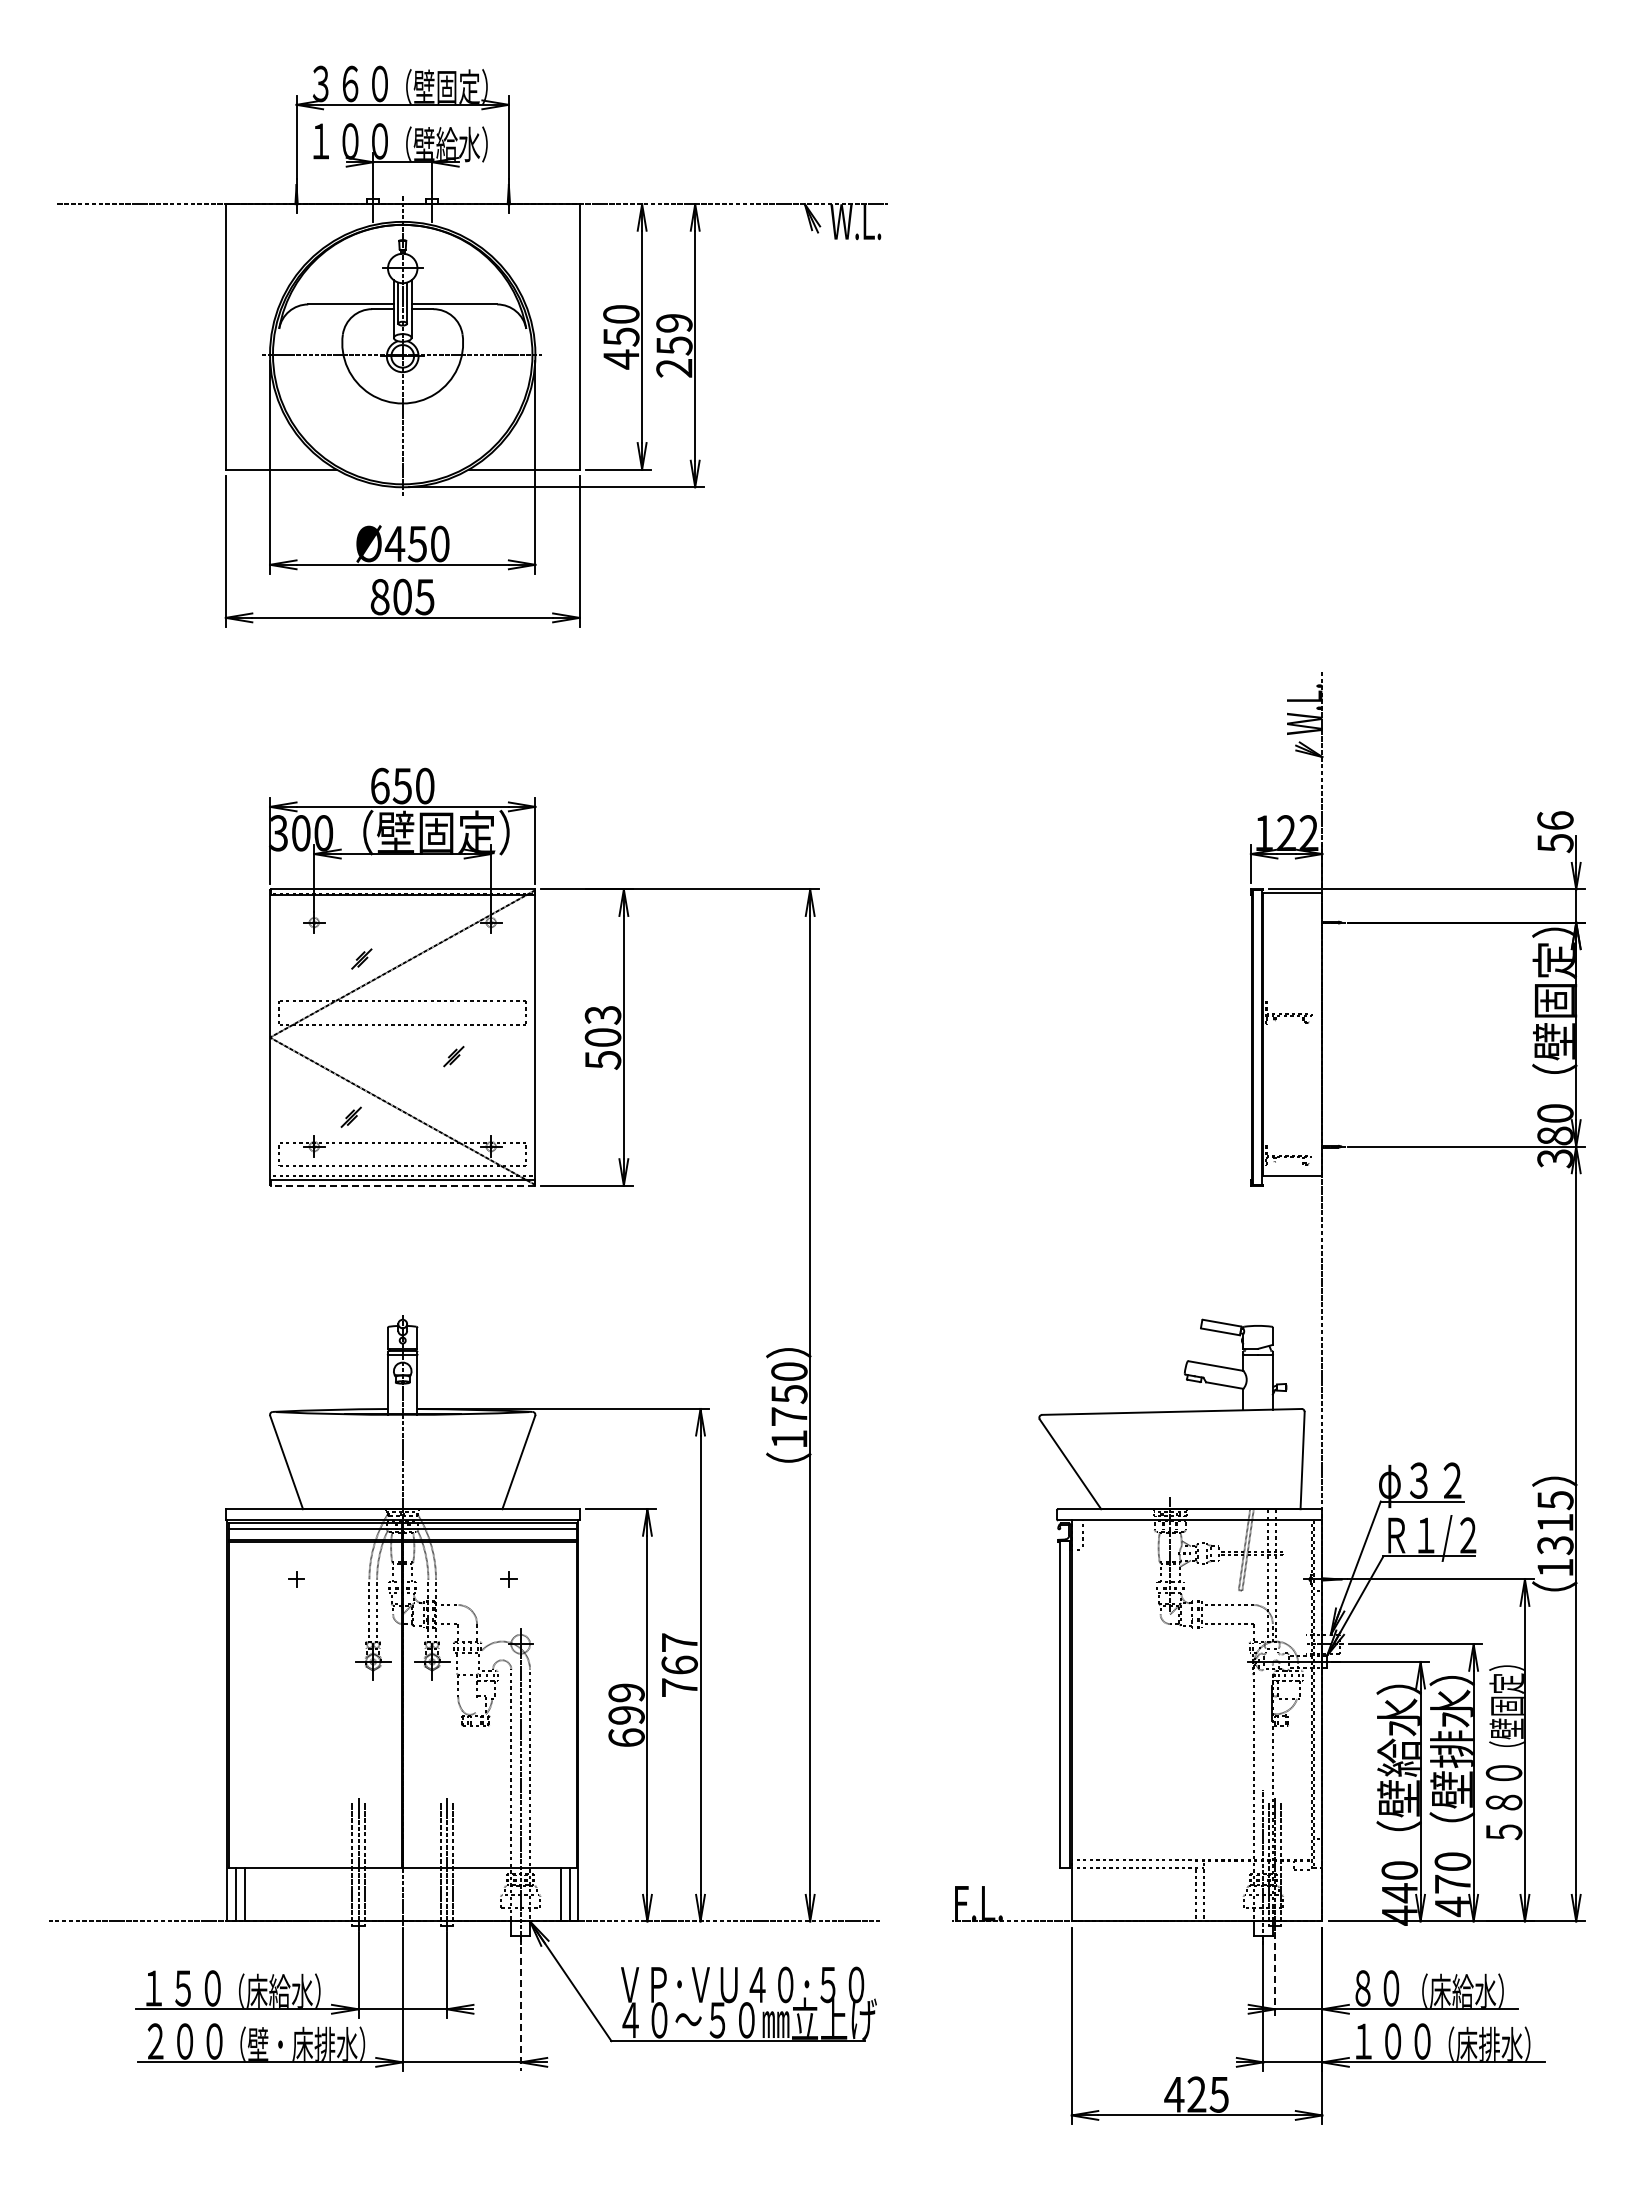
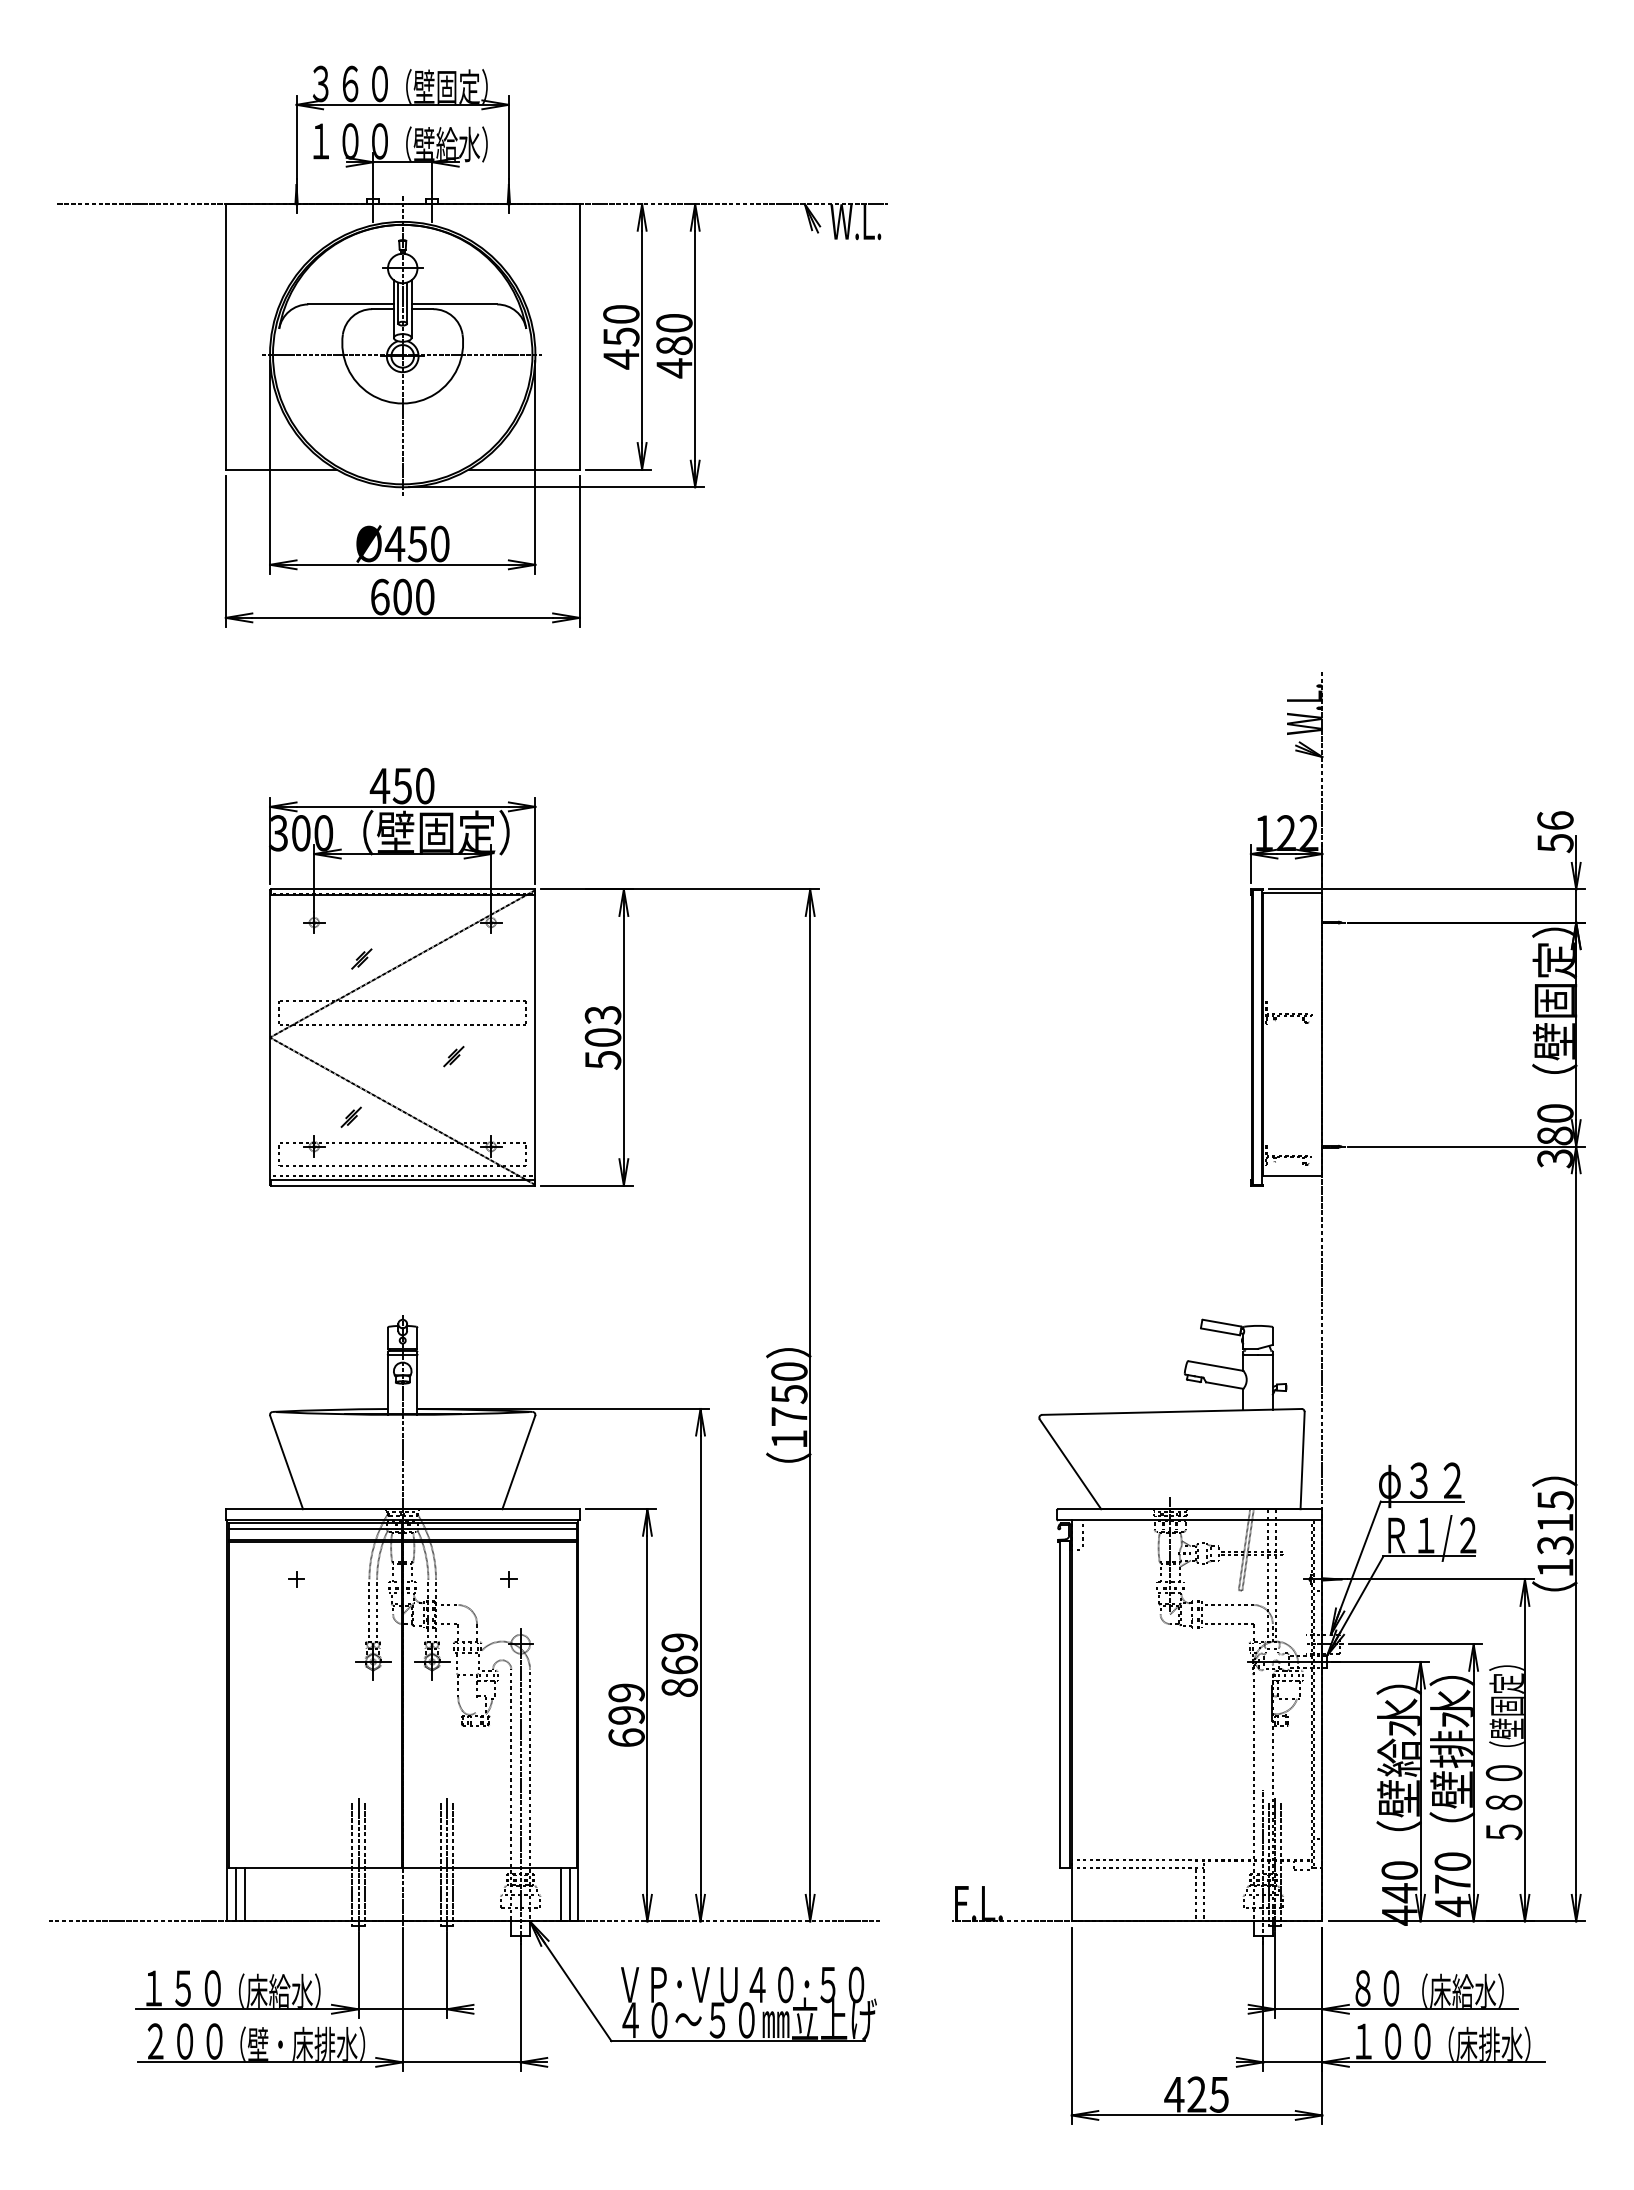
text at (674, 346): 259 -> 480
text at (402, 596): 805 -> 600
text at (379, 785): 650 -> 450
line at (402, 1185): dashed -> solid
text at (679, 1664): 767 -> 869
line at (1275, 1975): dashed -> solid
line at (520, 2003): dashed -> solid
